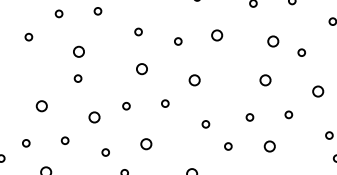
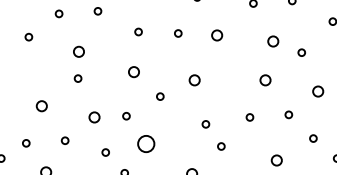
circle at (178, 41) position: (178, 41) -> (178, 33)
circle at (141, 69) position: (141, 69) -> (133, 72)
circle at (165, 103) position: (165, 103) -> (160, 96)
circle at (126, 106) position: (126, 106) -> (126, 116)
circle at (329, 135) position: (329, 135) -> (313, 138)
circle at (146, 144) size: 13x13 px -> 19x18 px
circle at (228, 146) position: (228, 146) -> (221, 146)
circle at (269, 146) position: (269, 146) -> (276, 160)
